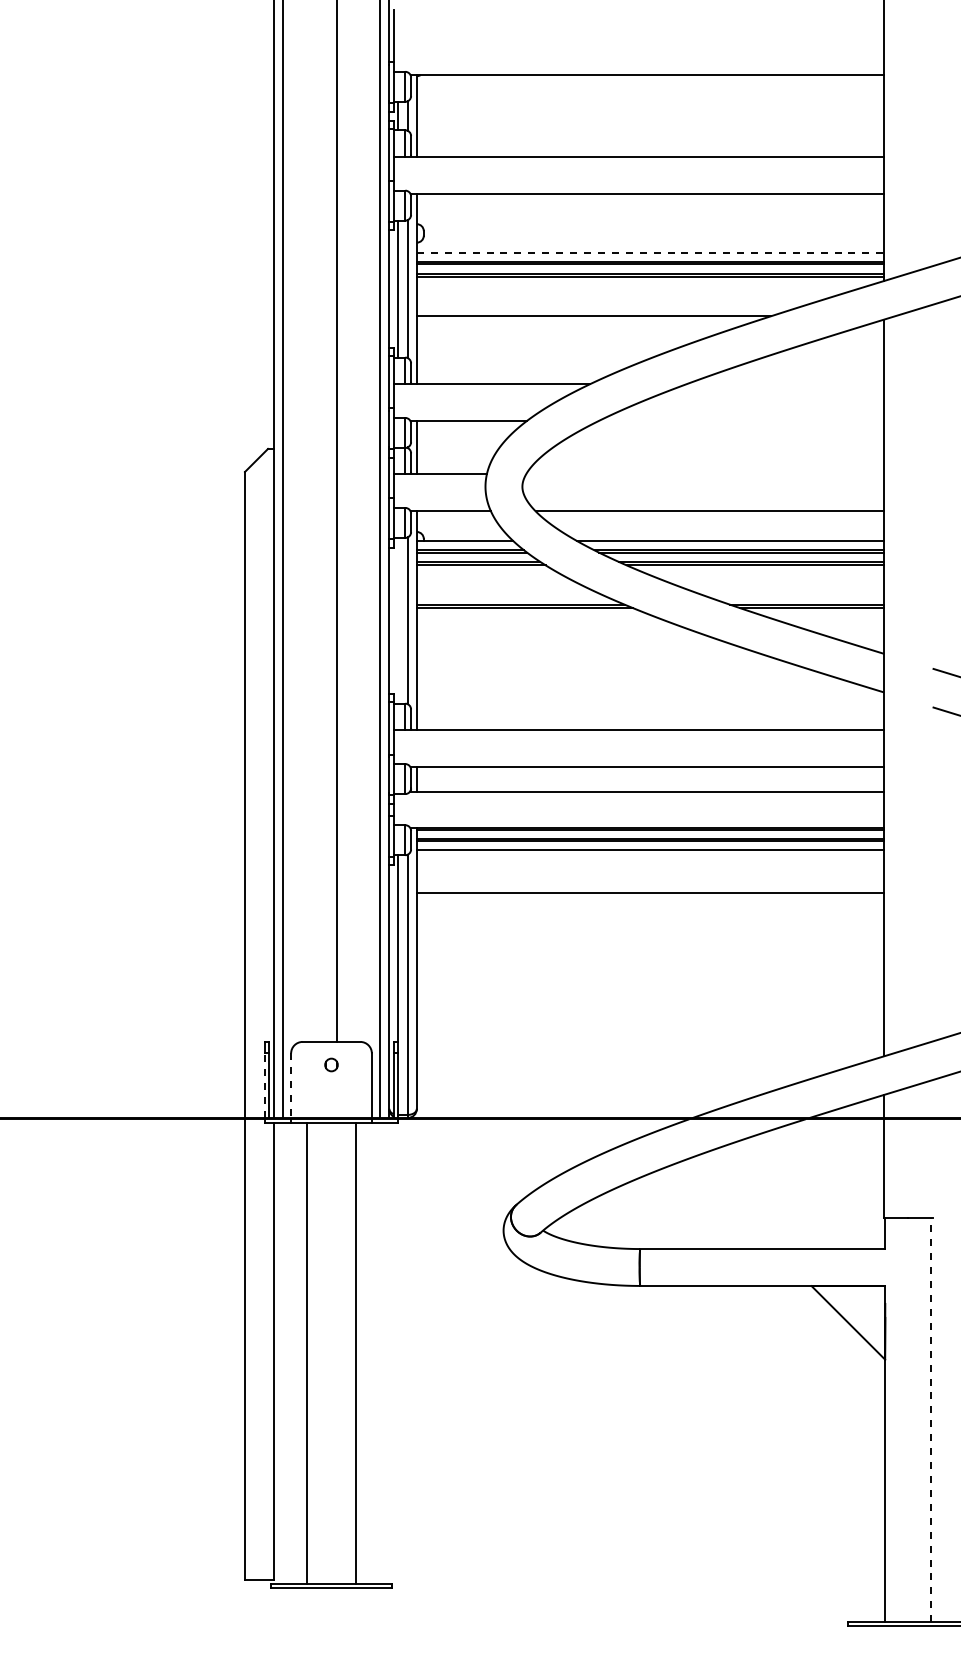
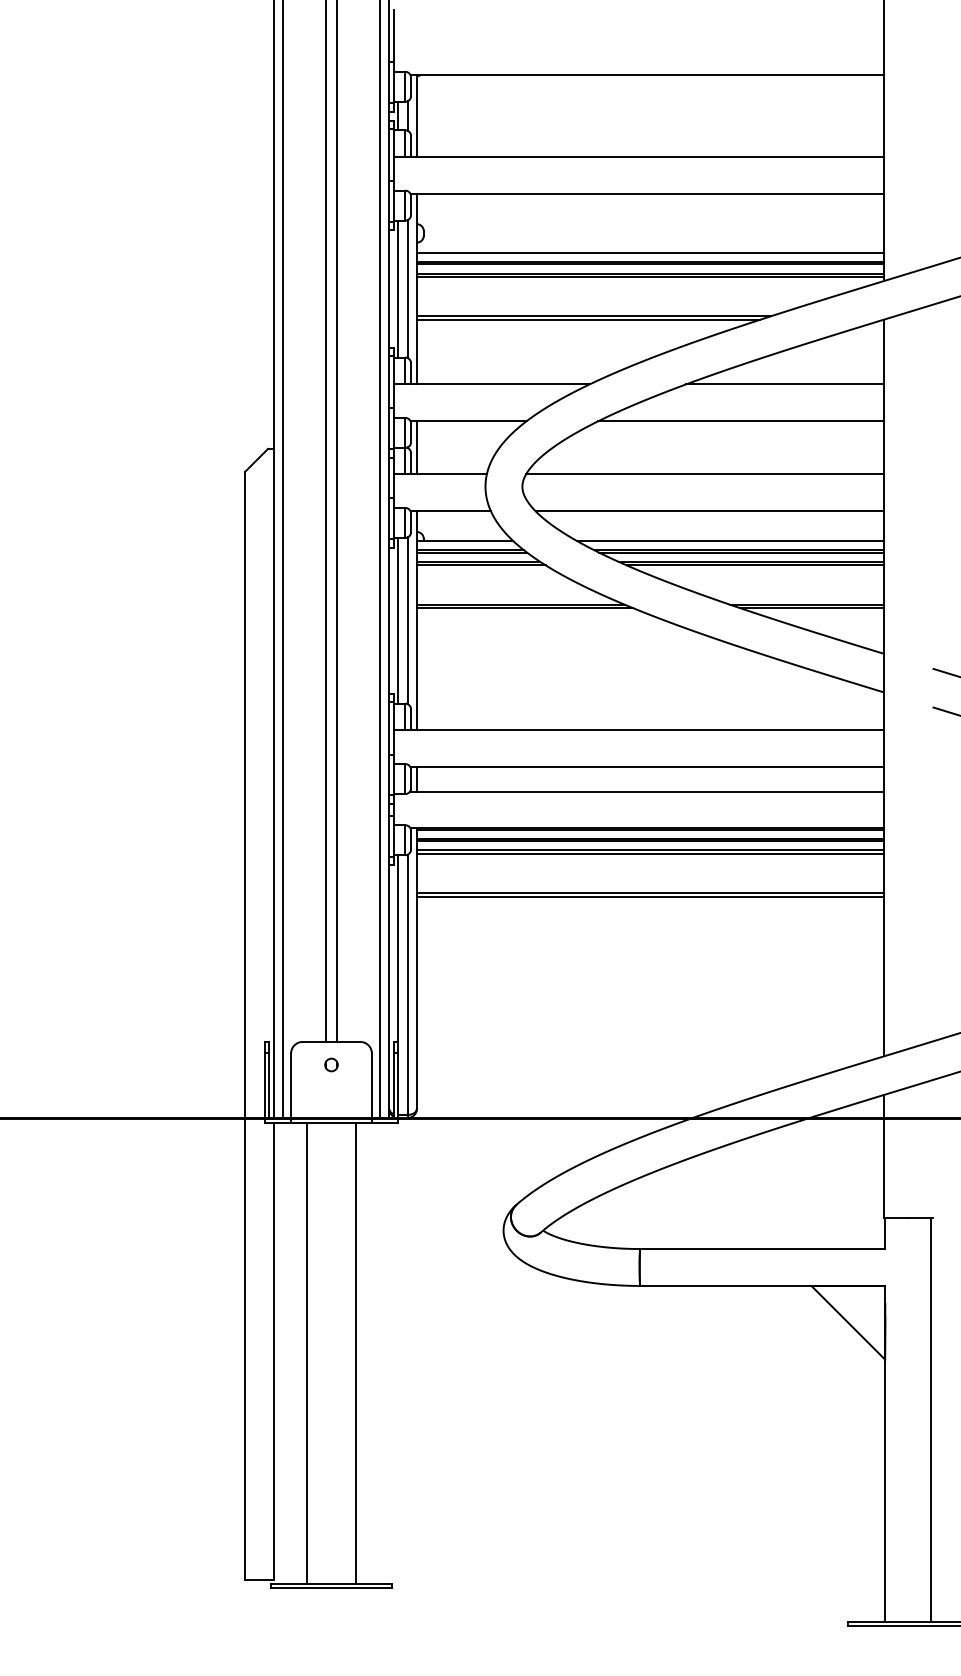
line at (650, 252): dashed -> solid
line at (588, 319): none -> present
line at (785, 384): none -> present
line at (741, 421): none -> present
line at (705, 474): none -> present
line at (325, 521): none -> present
line at (398, 620): none -> present
line at (650, 853): none -> present
line at (650, 896): none -> present
line at (264, 1085): dashed -> solid
line at (291, 1086): dashed -> solid
line at (931, 1420): dashed -> solid
